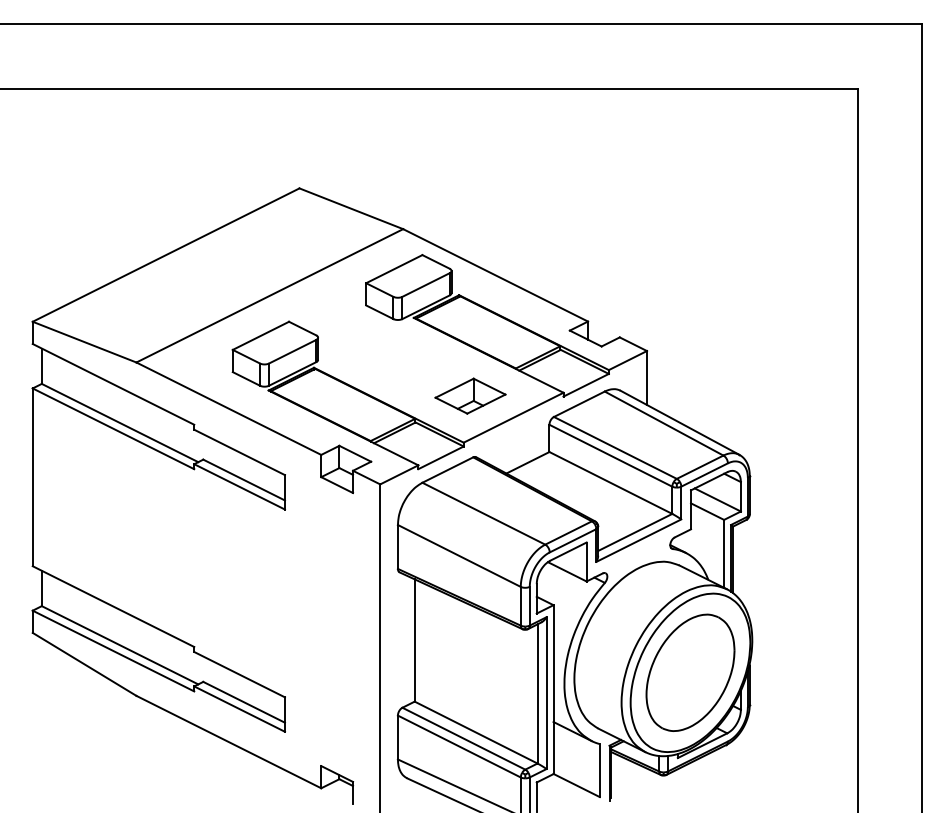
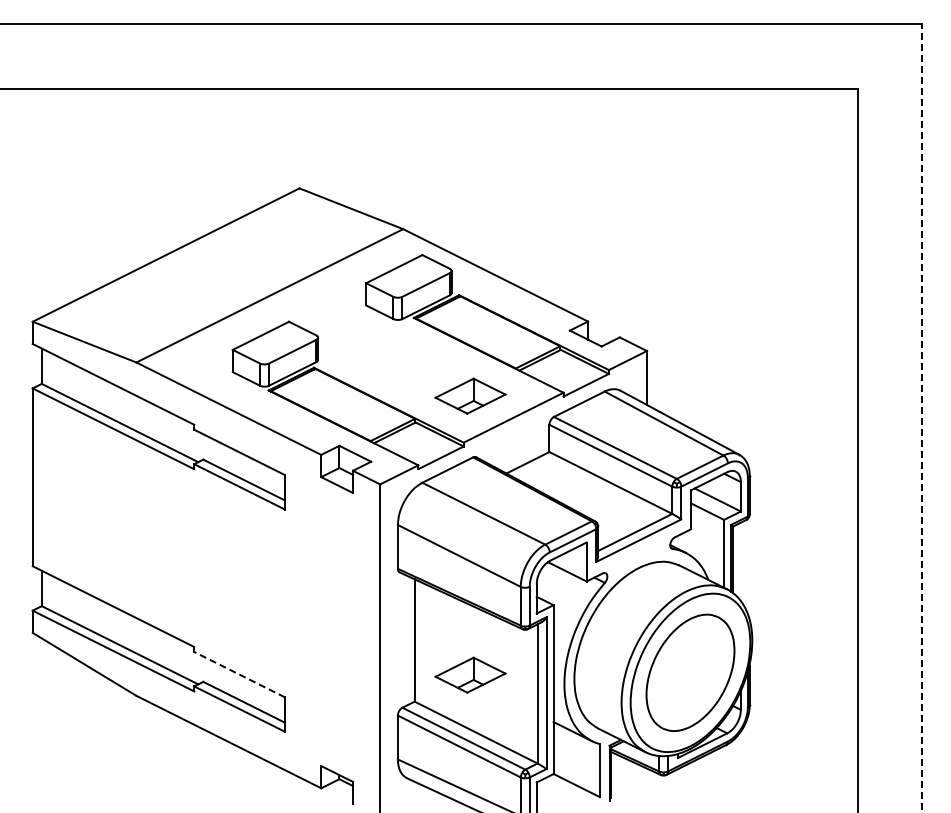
line at (922, 418): solid -> dashed
line at (239, 674): solid -> dashed
part at (470, 674): none -> present
